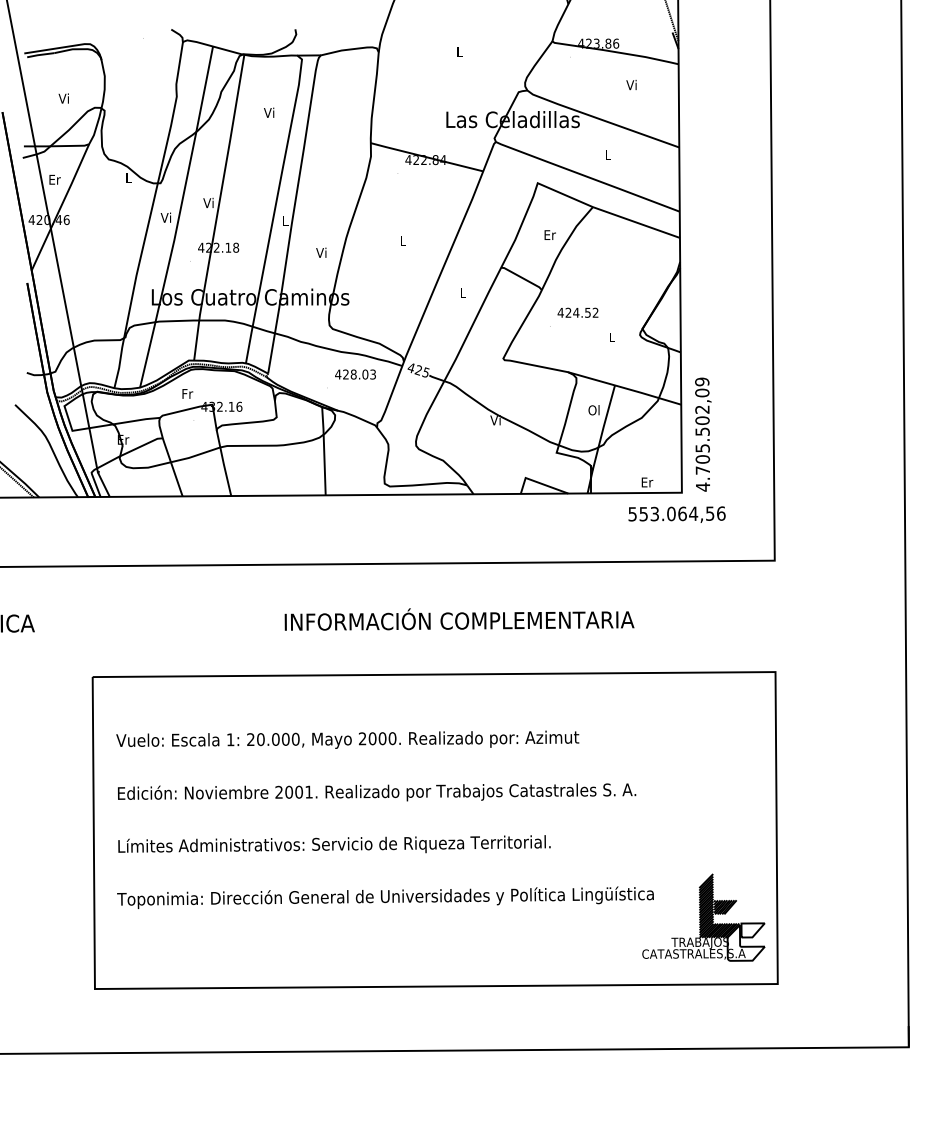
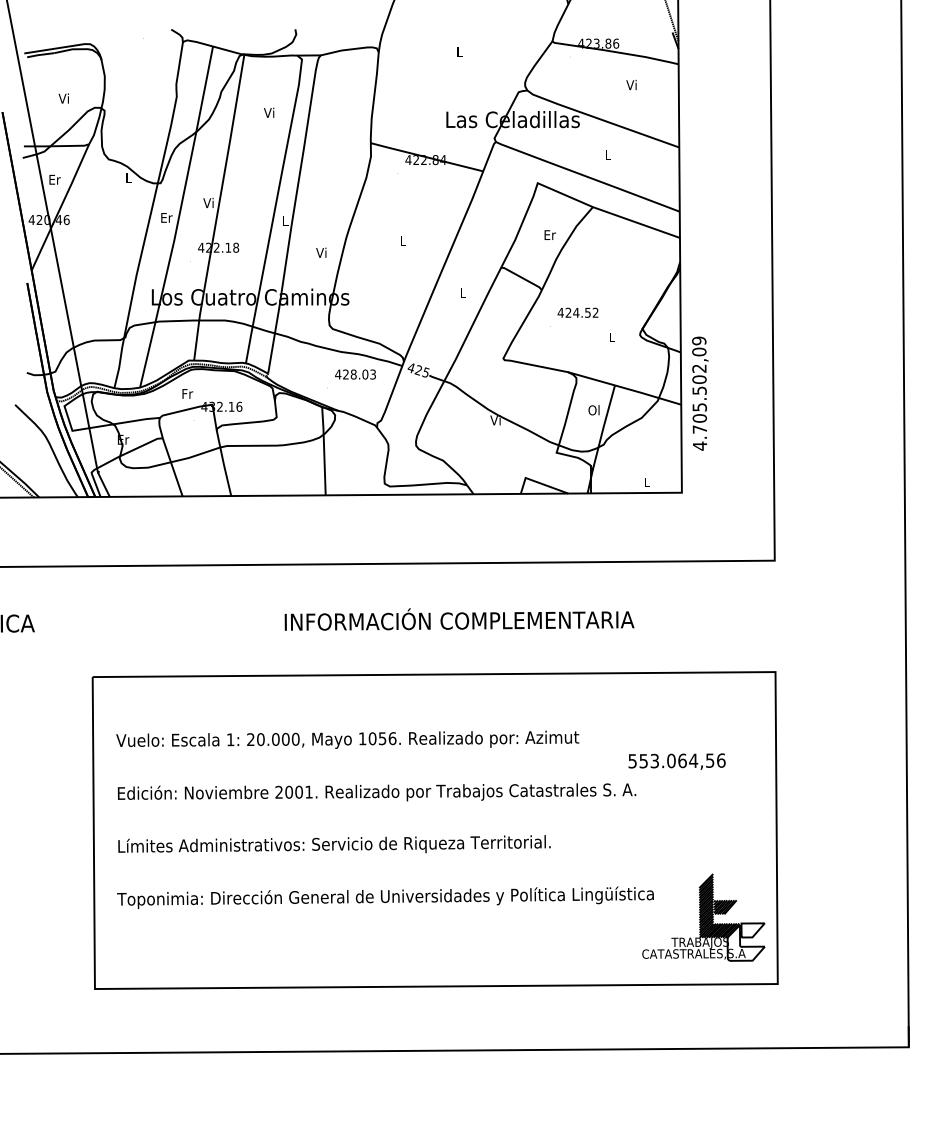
text at (166, 217): Vi -> Er
text at (703, 434) position: (703, 434) -> (700, 393)
text at (647, 482): Er -> L
text at (676, 514) position: (676, 514) -> (676, 761)
text at (377, 738): 2000. -> 1056.
